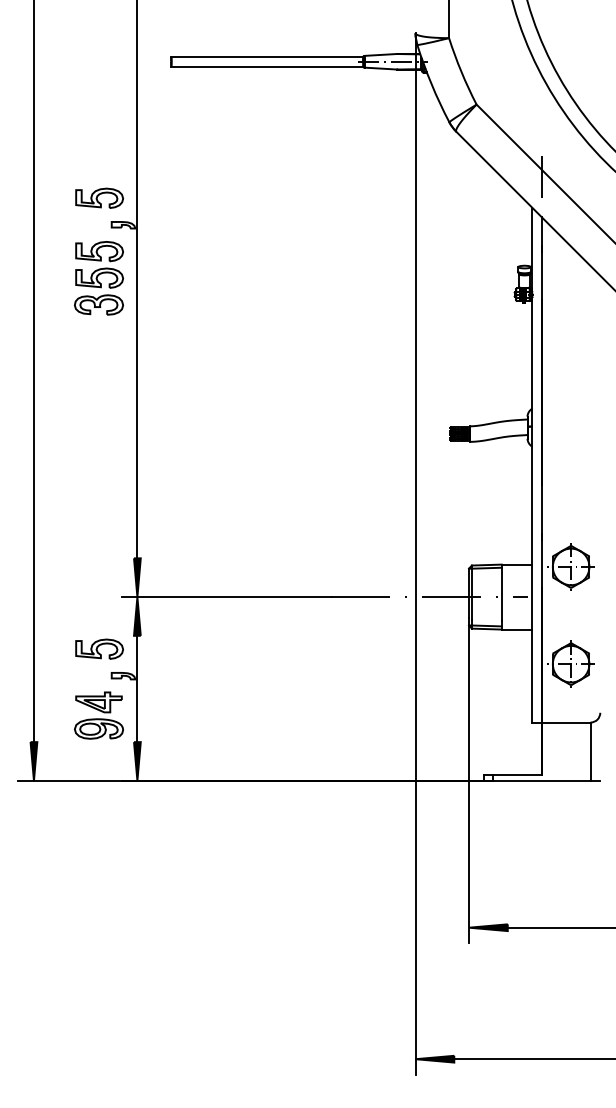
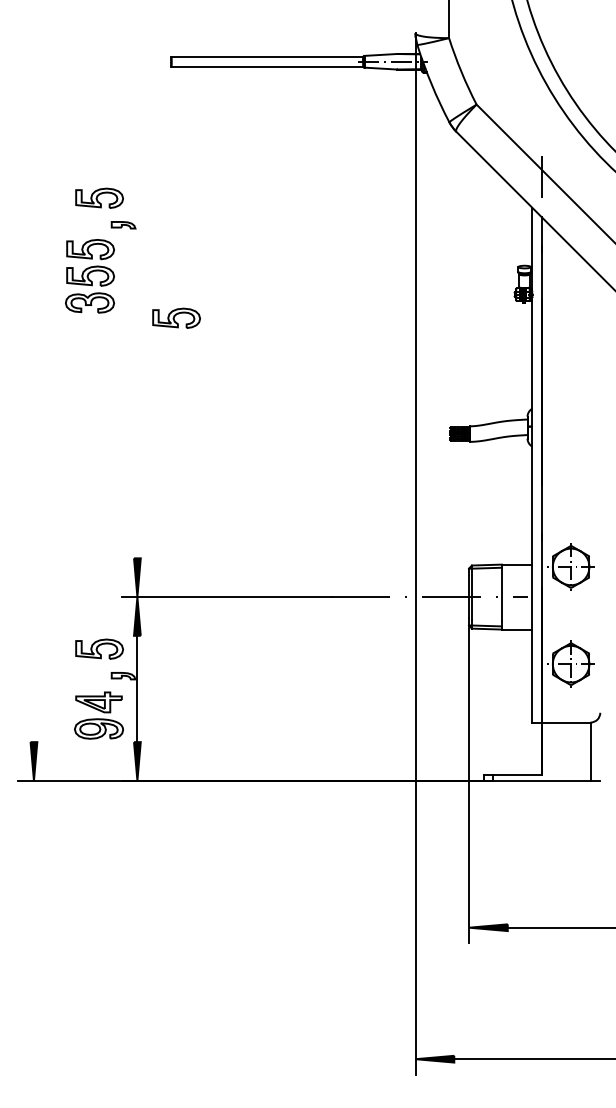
part at (99, 278) position: (99, 278) -> (90, 276)
line at (137, 280): present -> none
part at (176, 317): none -> present
line at (33, 372): present -> none
